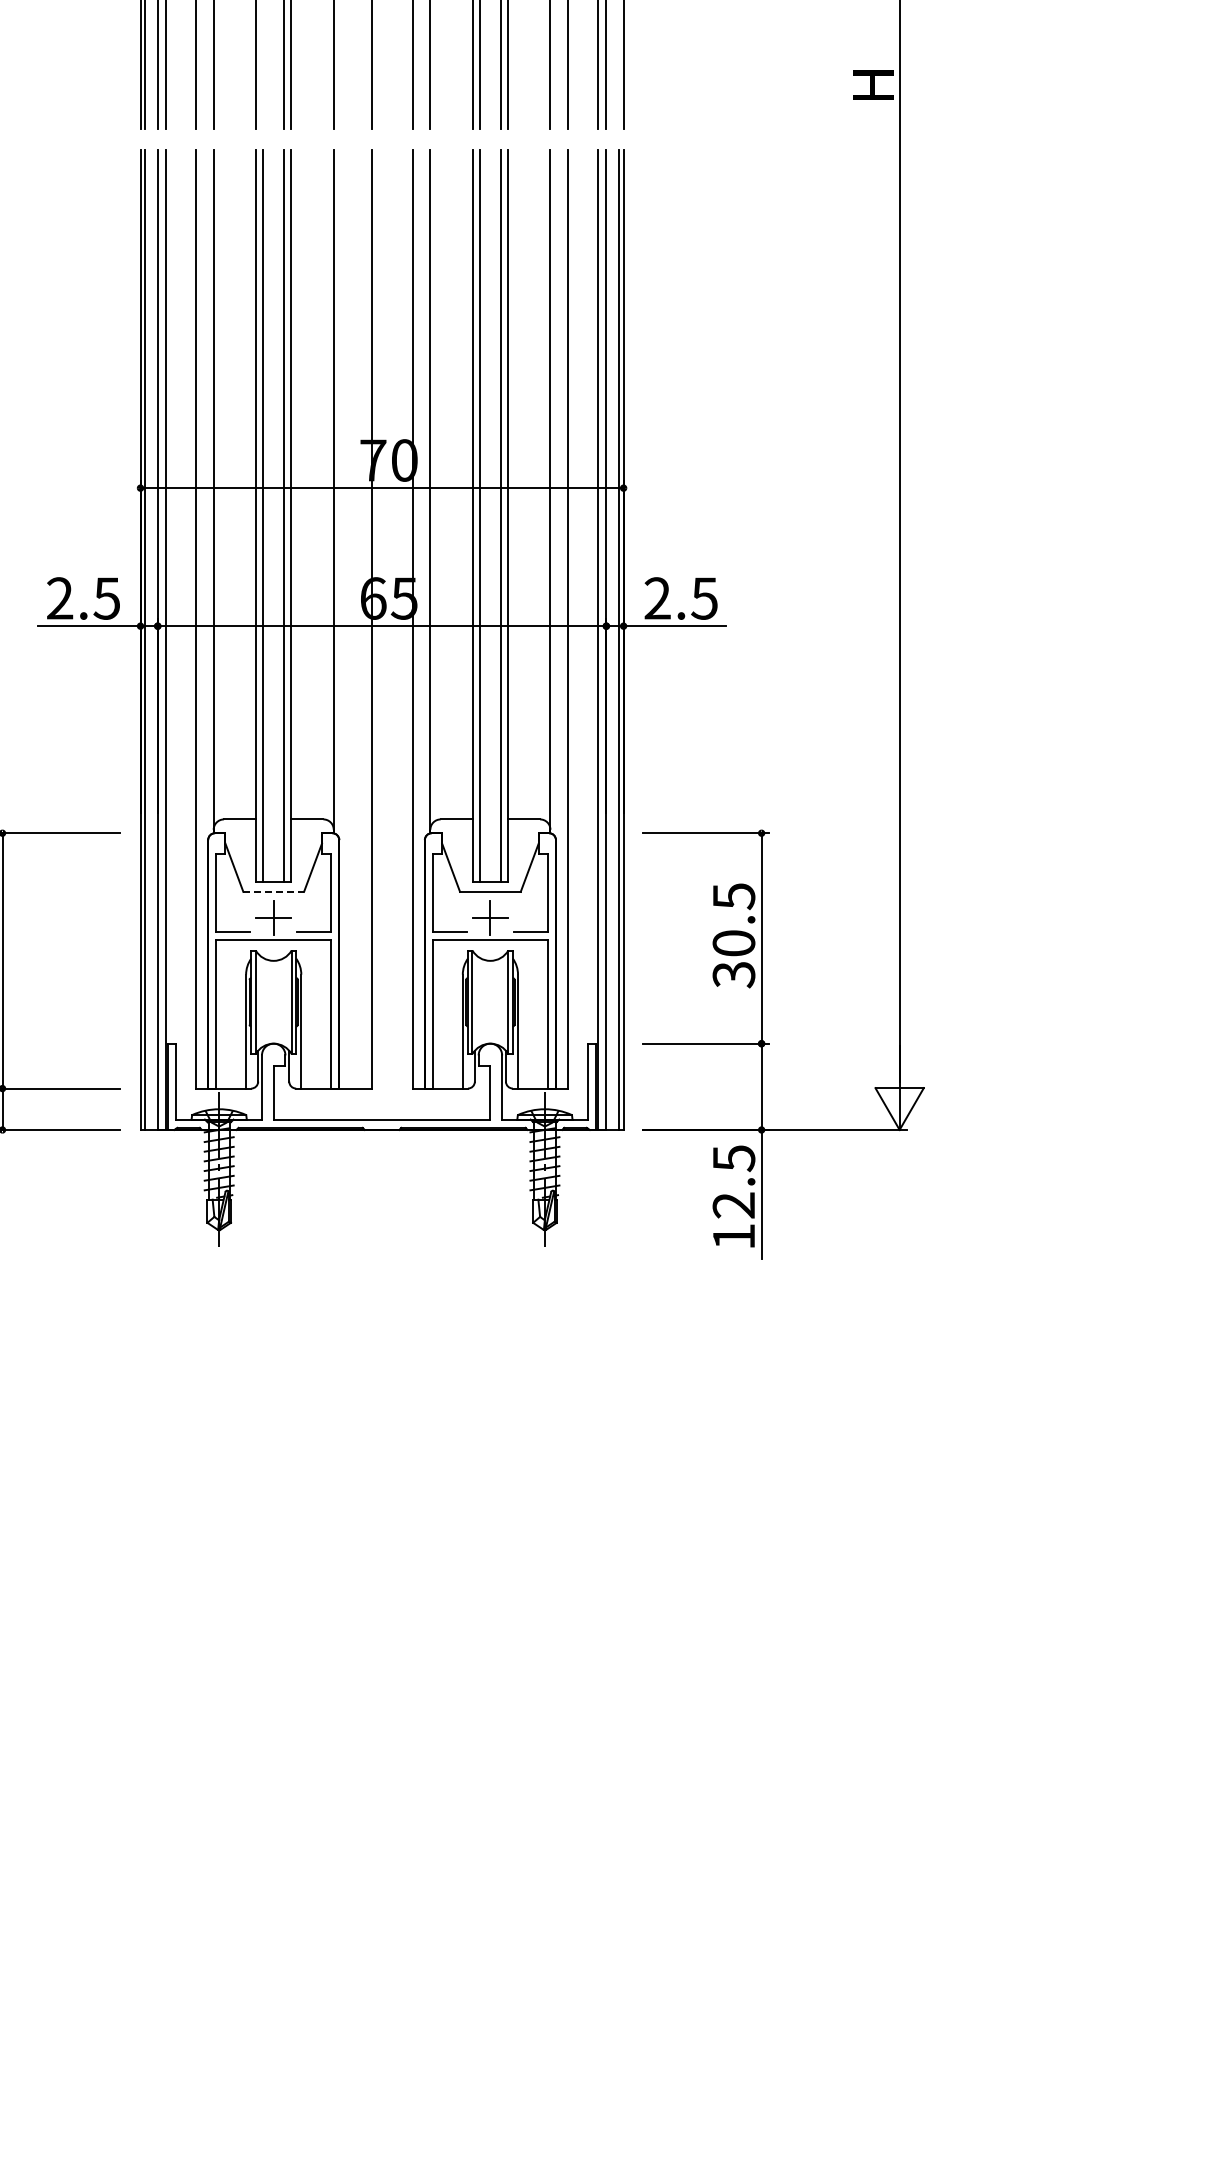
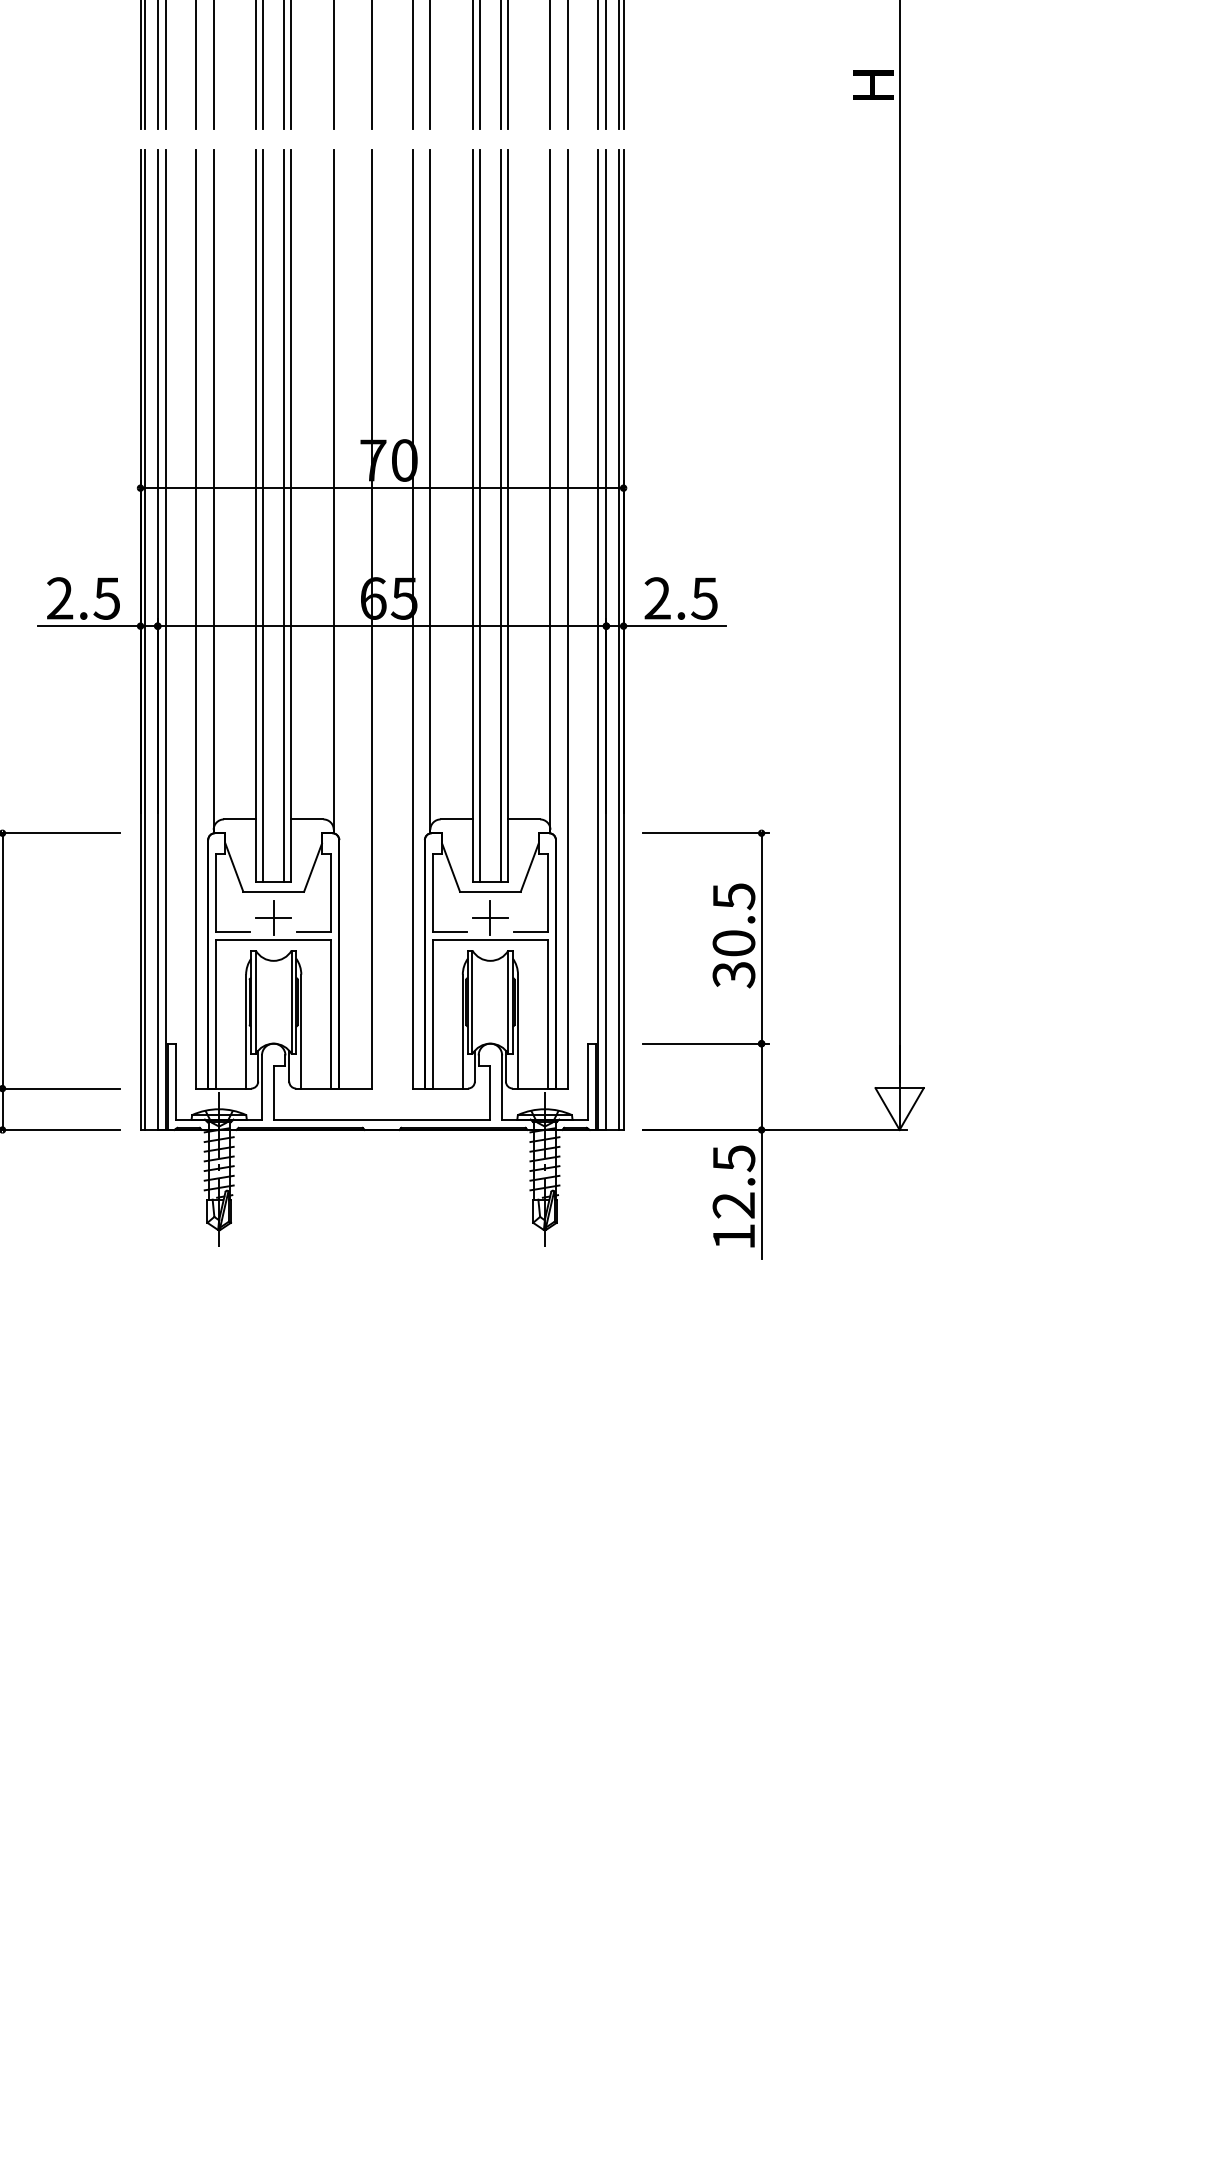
line at (263, 65): none -> present
line at (619, 65): none -> present
line at (274, 891): dashed -> solid
